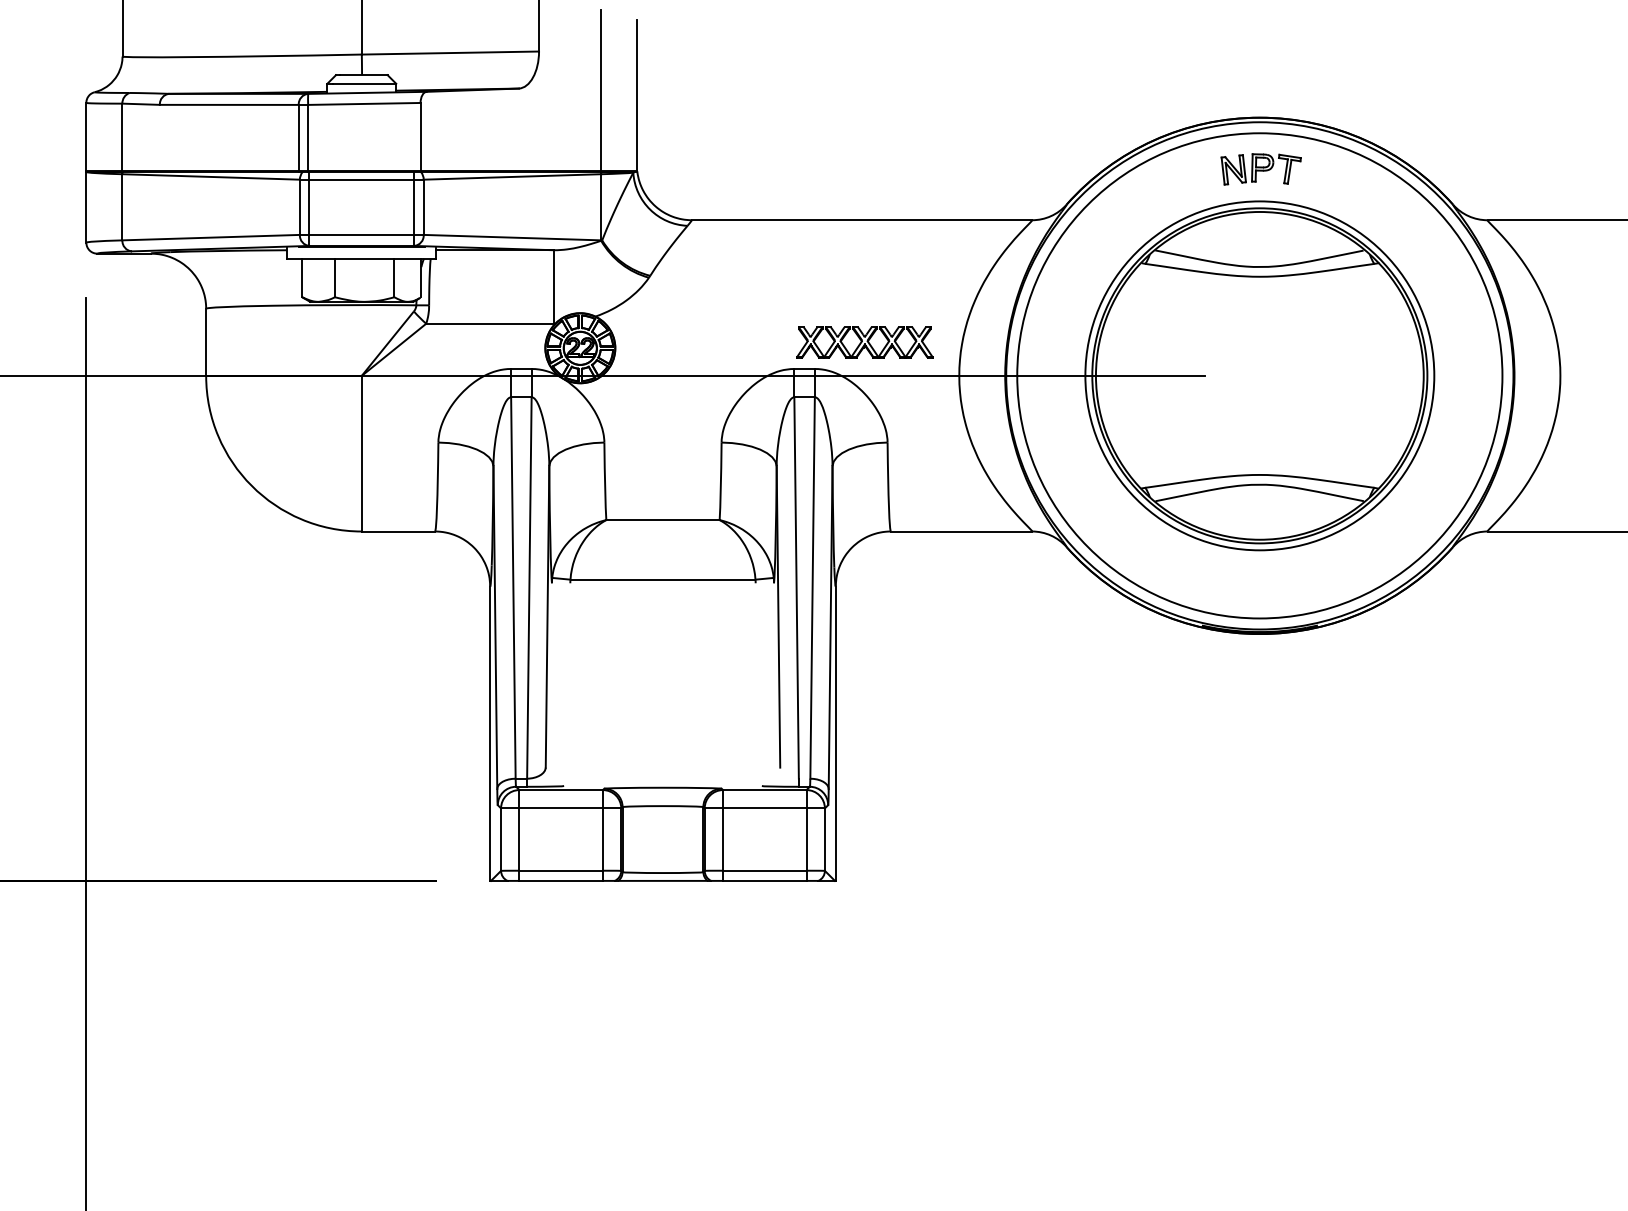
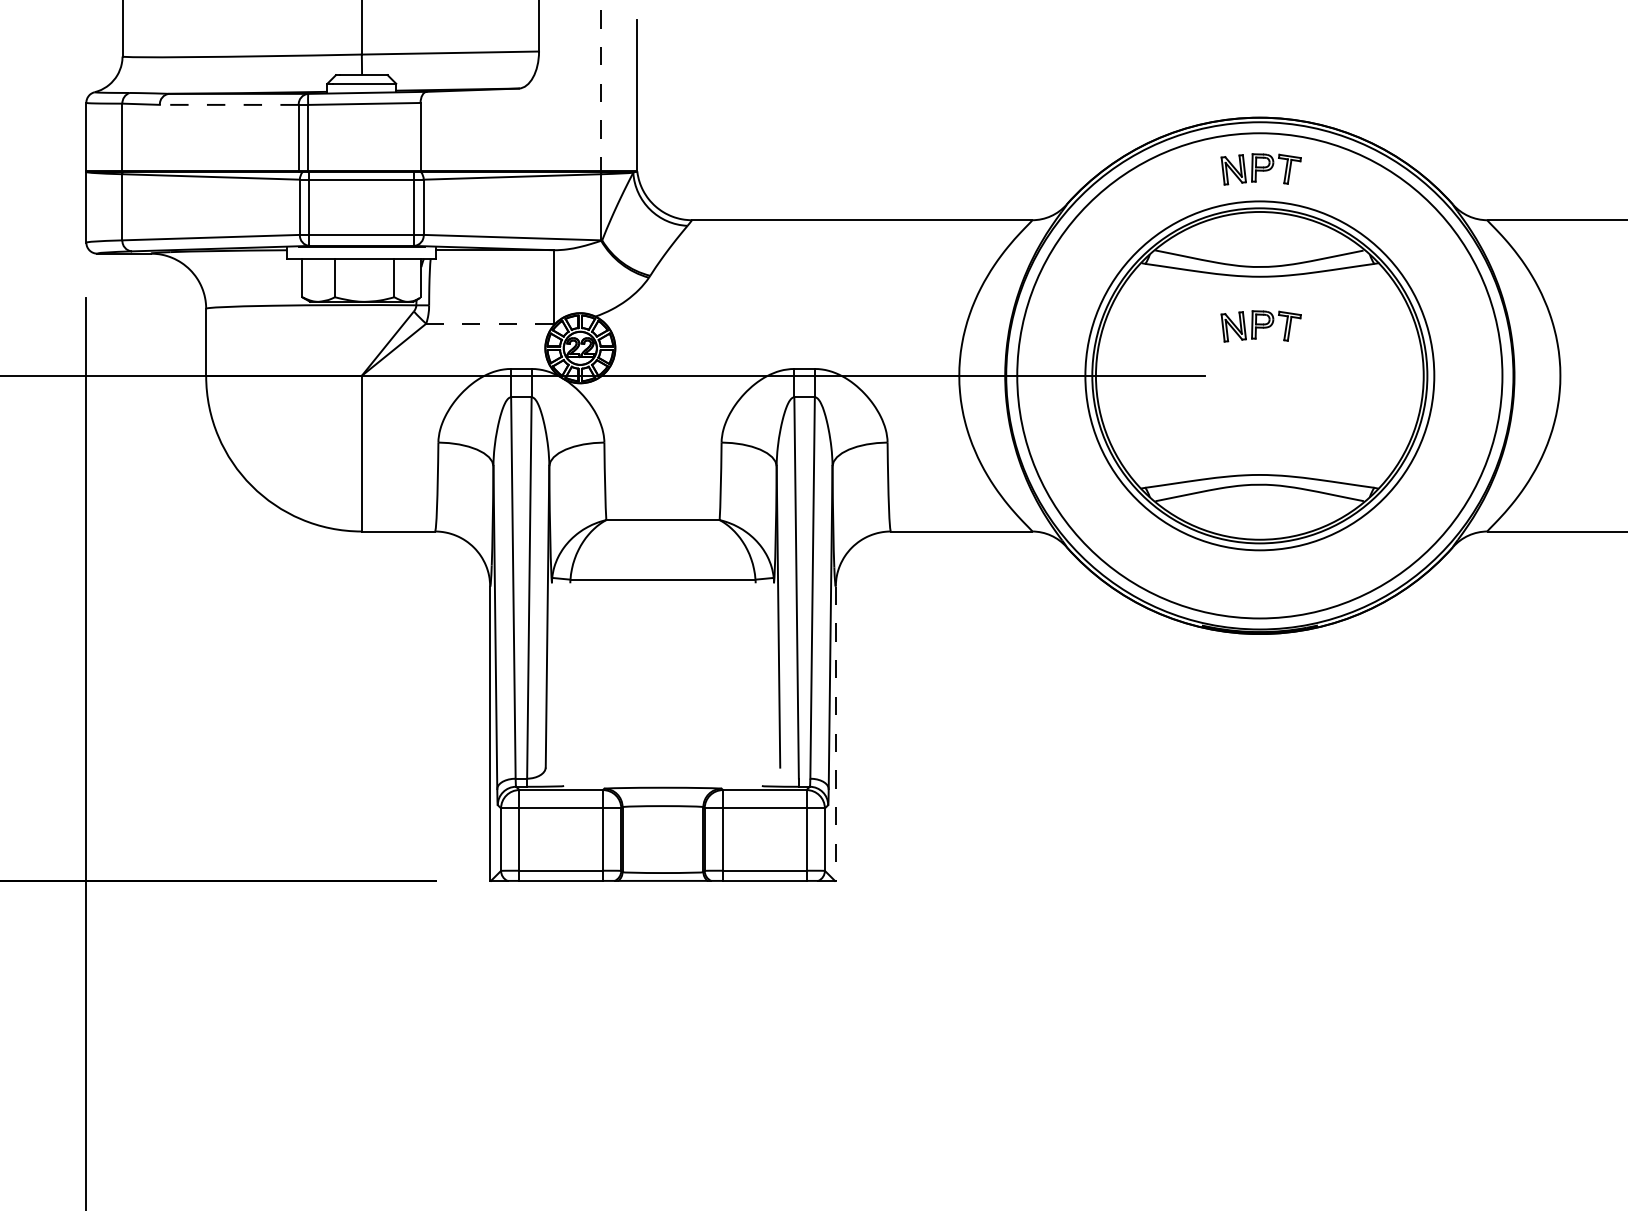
line at (601, 91): solid -> dashed
line at (228, 104): solid -> dashed
line at (489, 323): solid -> dashed
part at (1260, 326): none -> present
part at (864, 342): present -> none
line at (835, 734): solid -> dashed
